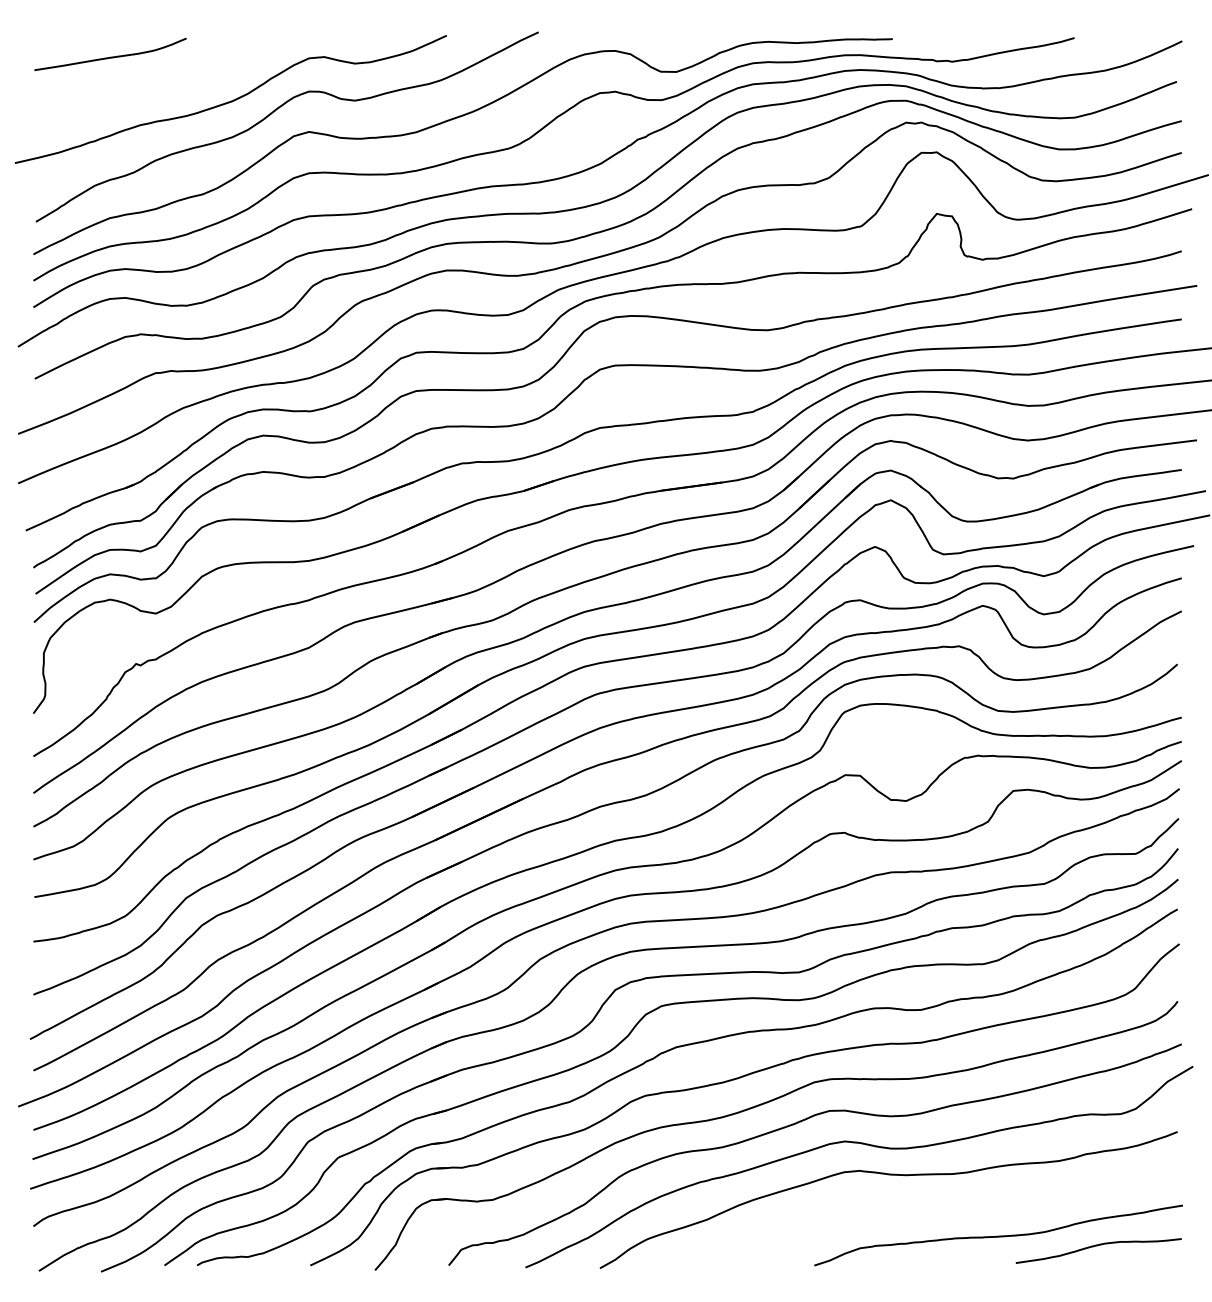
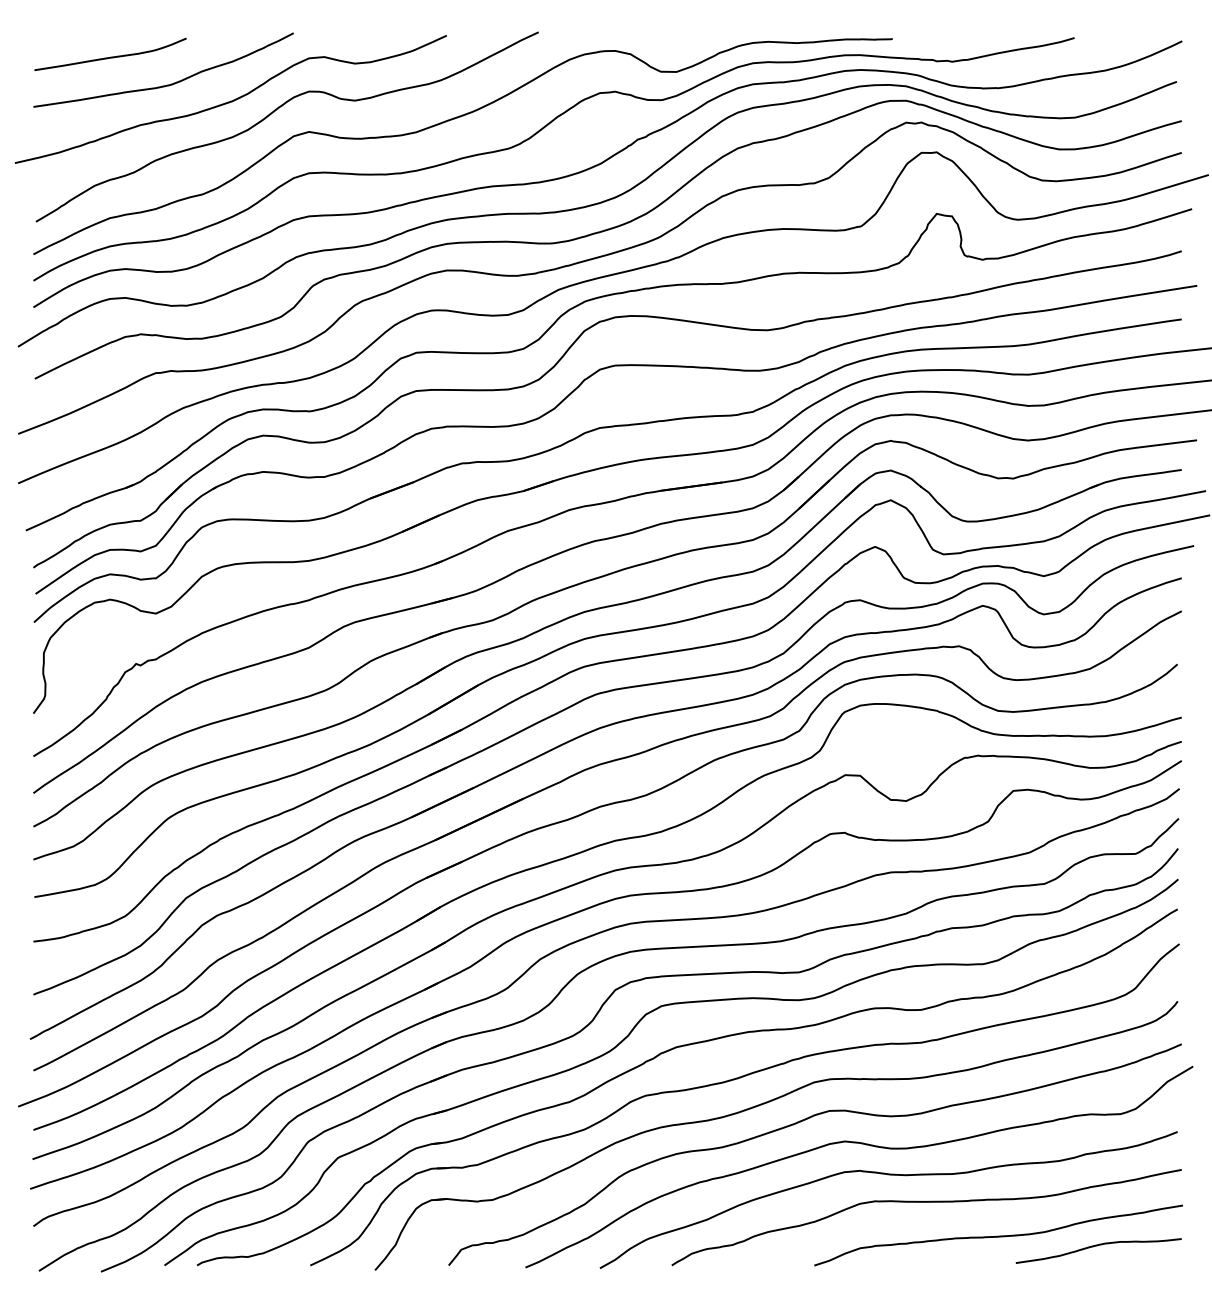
curve at (166, 84): none -> present
curve at (926, 1202): none -> present
